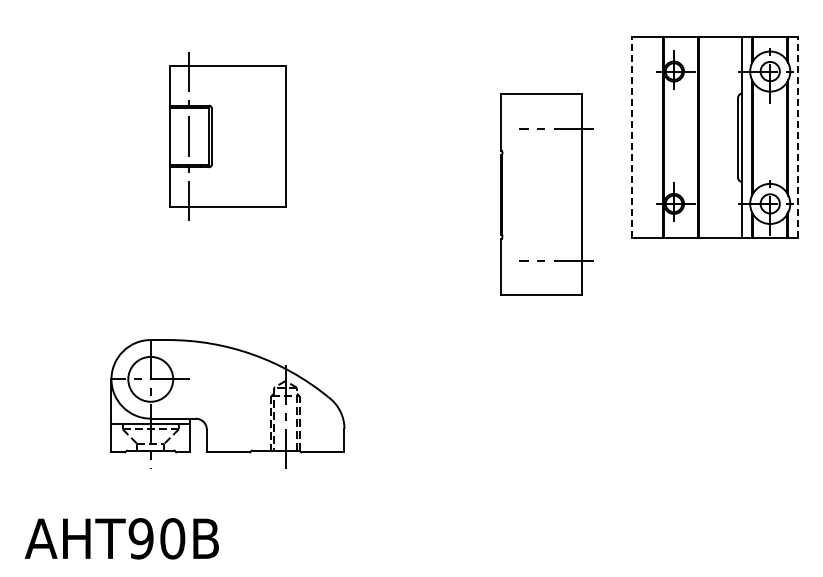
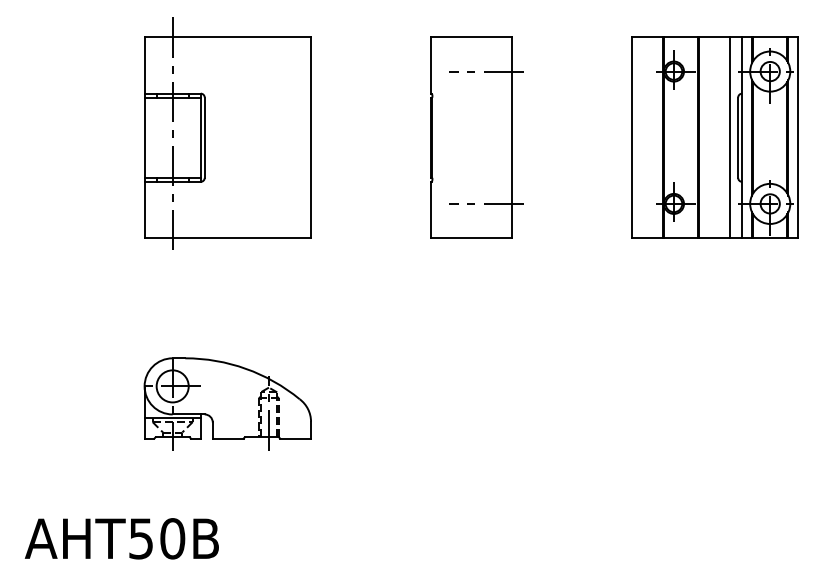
part at (227, 136) size: 118x169 px -> 168x233 px
line at (631, 137): dashed -> solid
line at (730, 137): none -> present
line at (798, 137): dashed -> solid
part at (546, 194) position: (546, 194) -> (476, 137)
part at (227, 403) size: 236x130 px -> 169x94 px
text at (140, 538): AHT90B -> AHT50B
